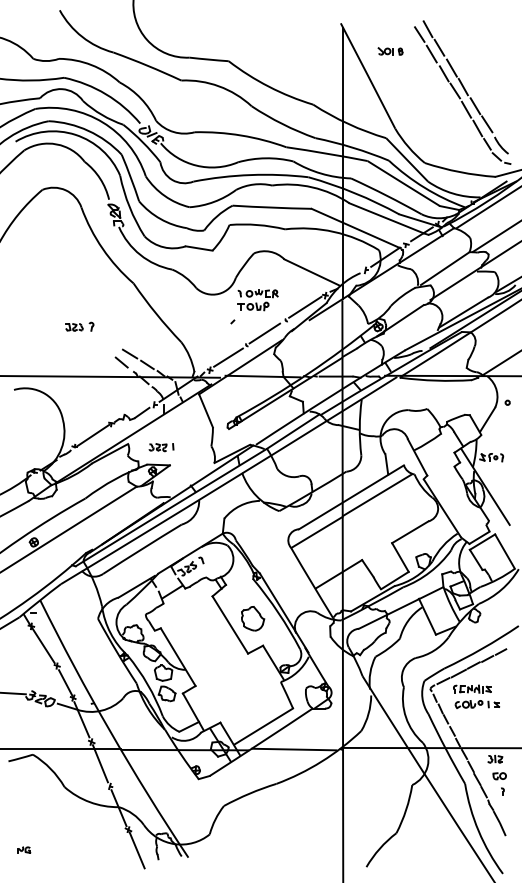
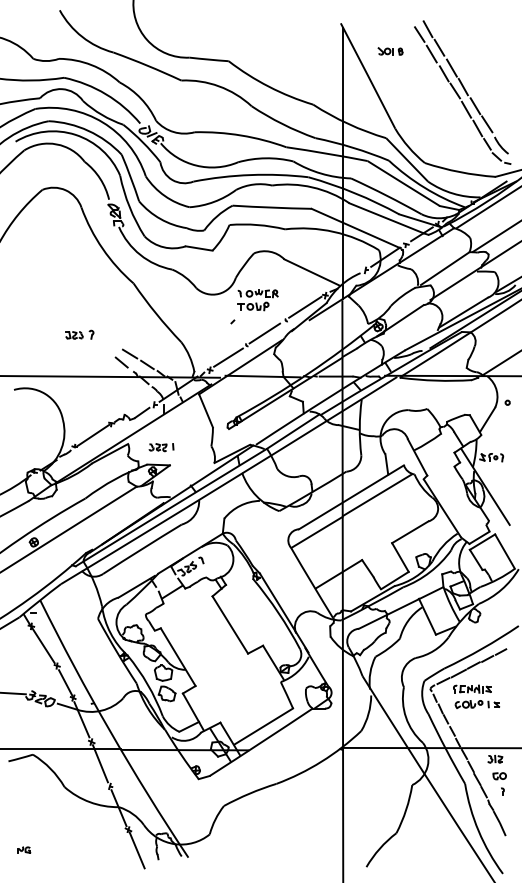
part at (79, 326) position: (79, 326) -> (79, 334)
part at (253, 618): present -> none
line at (294, 749): present -> none
